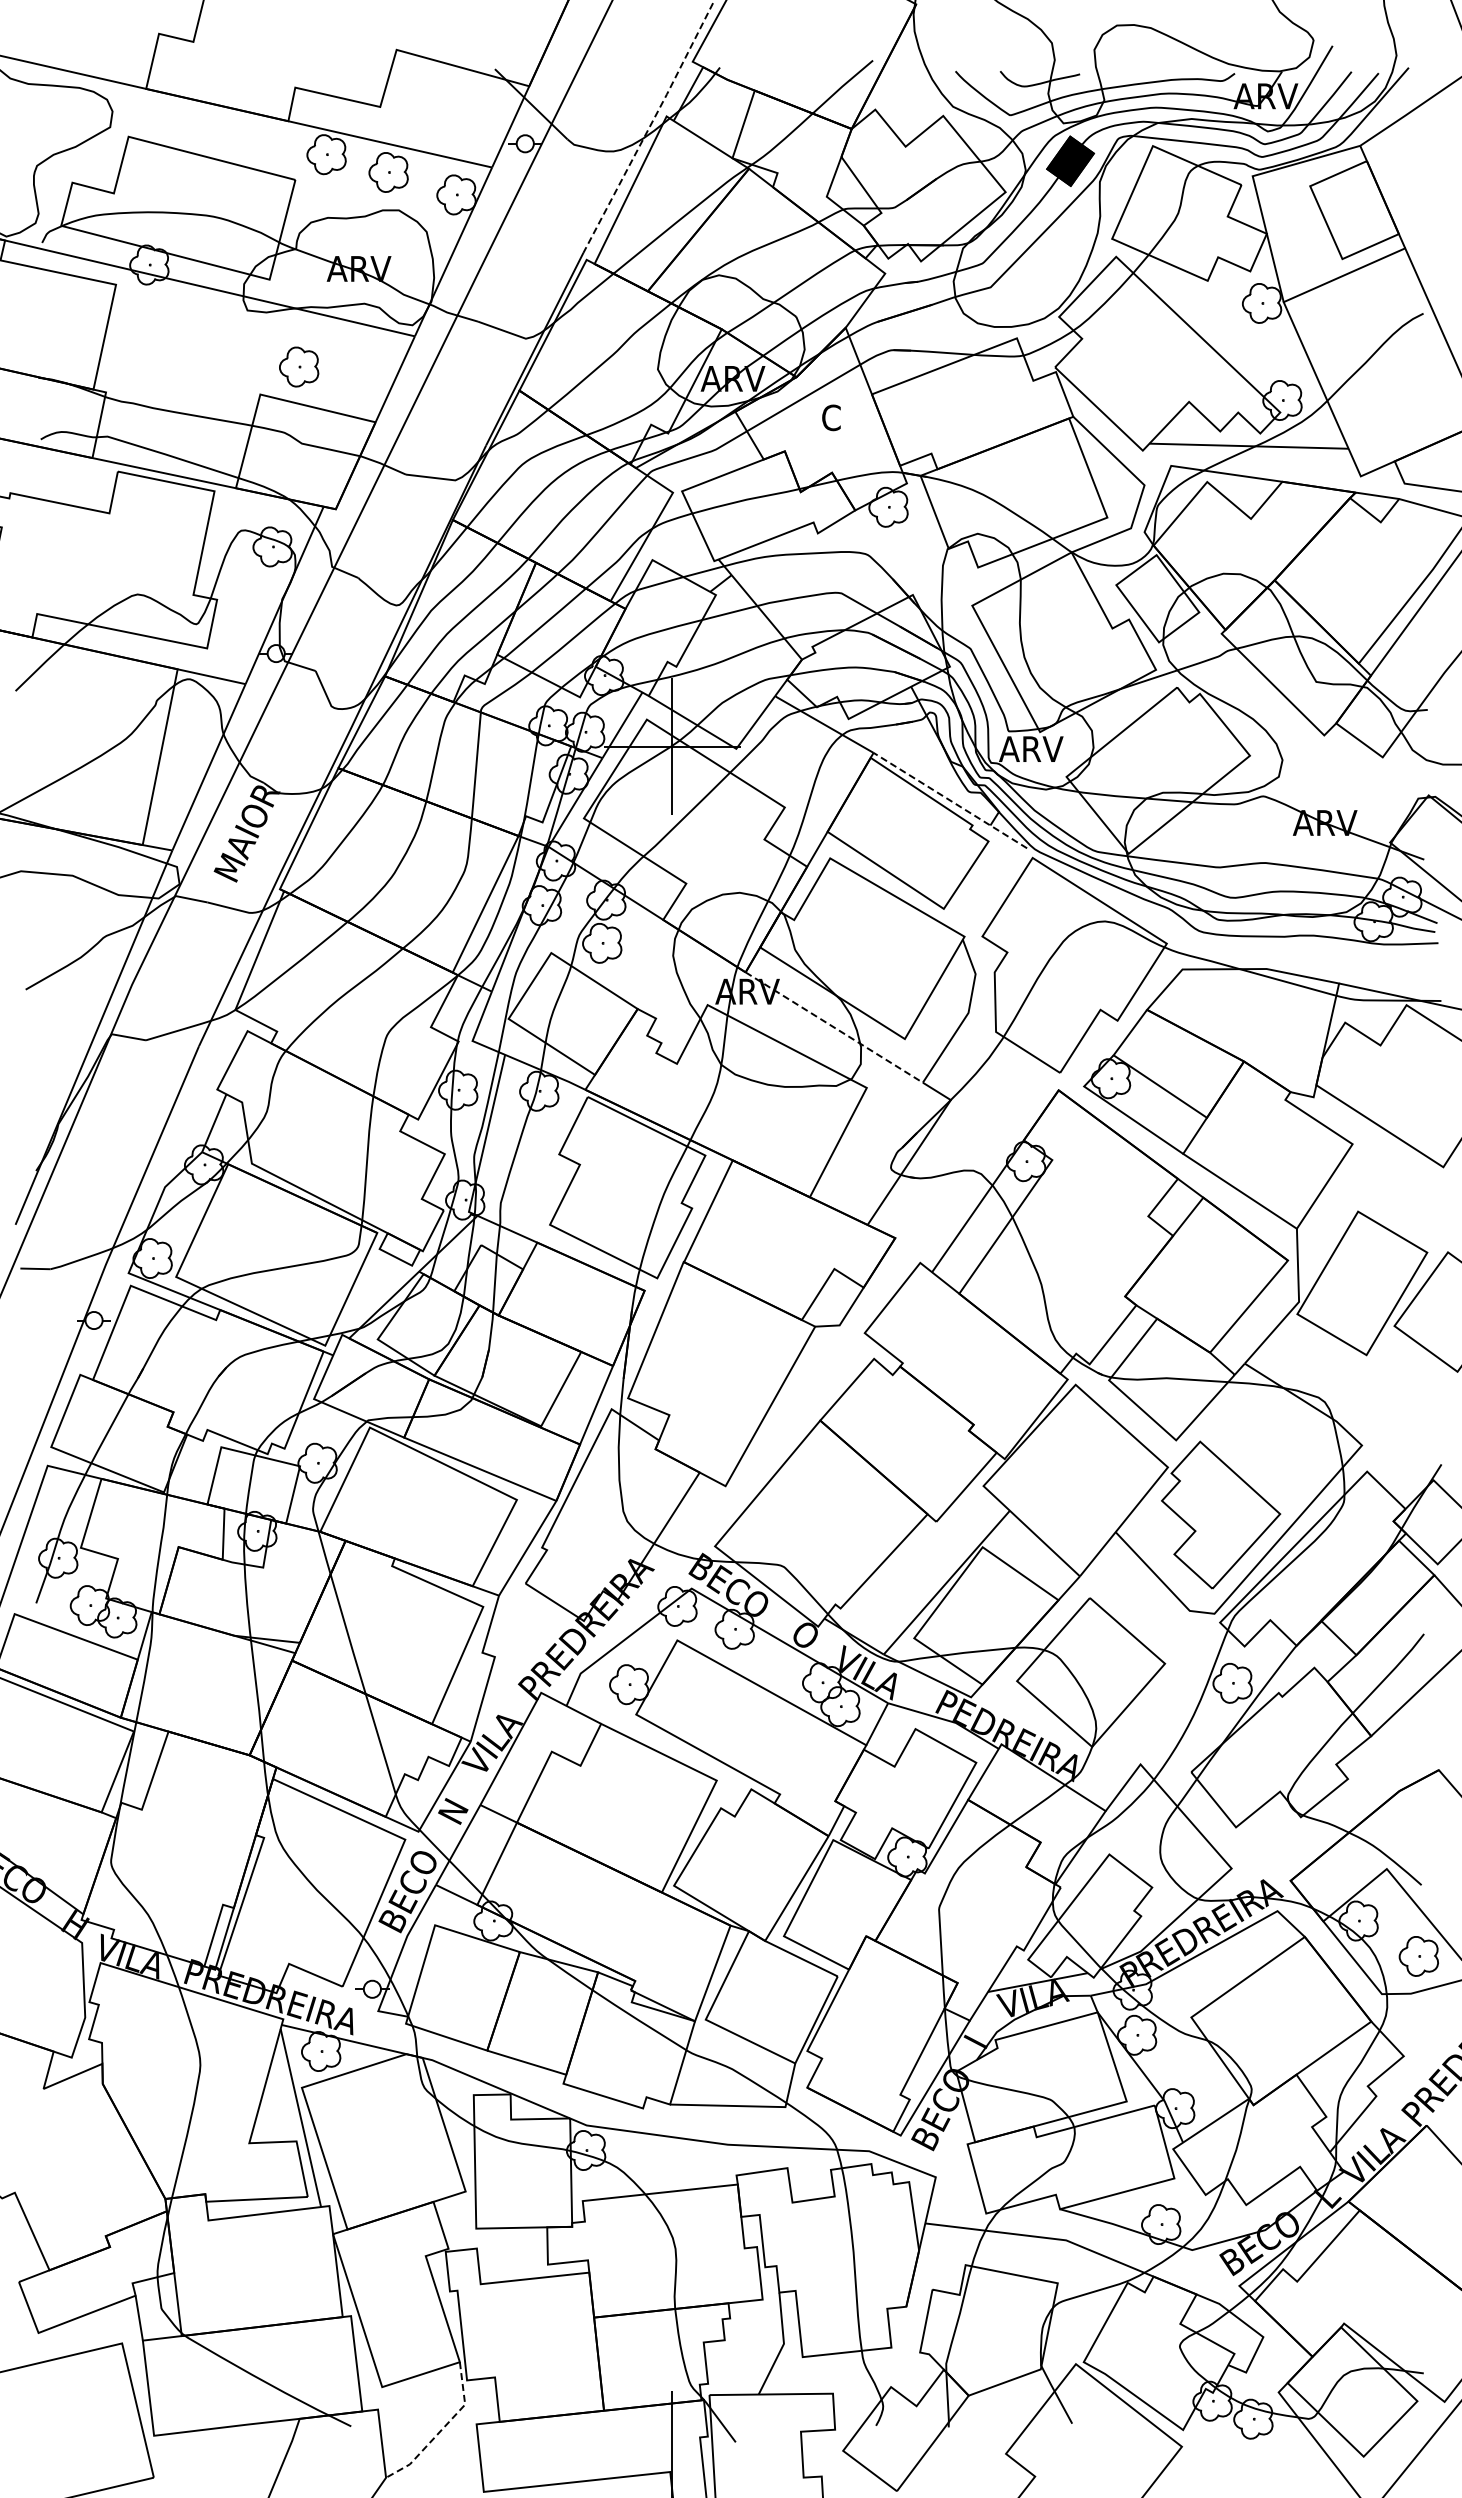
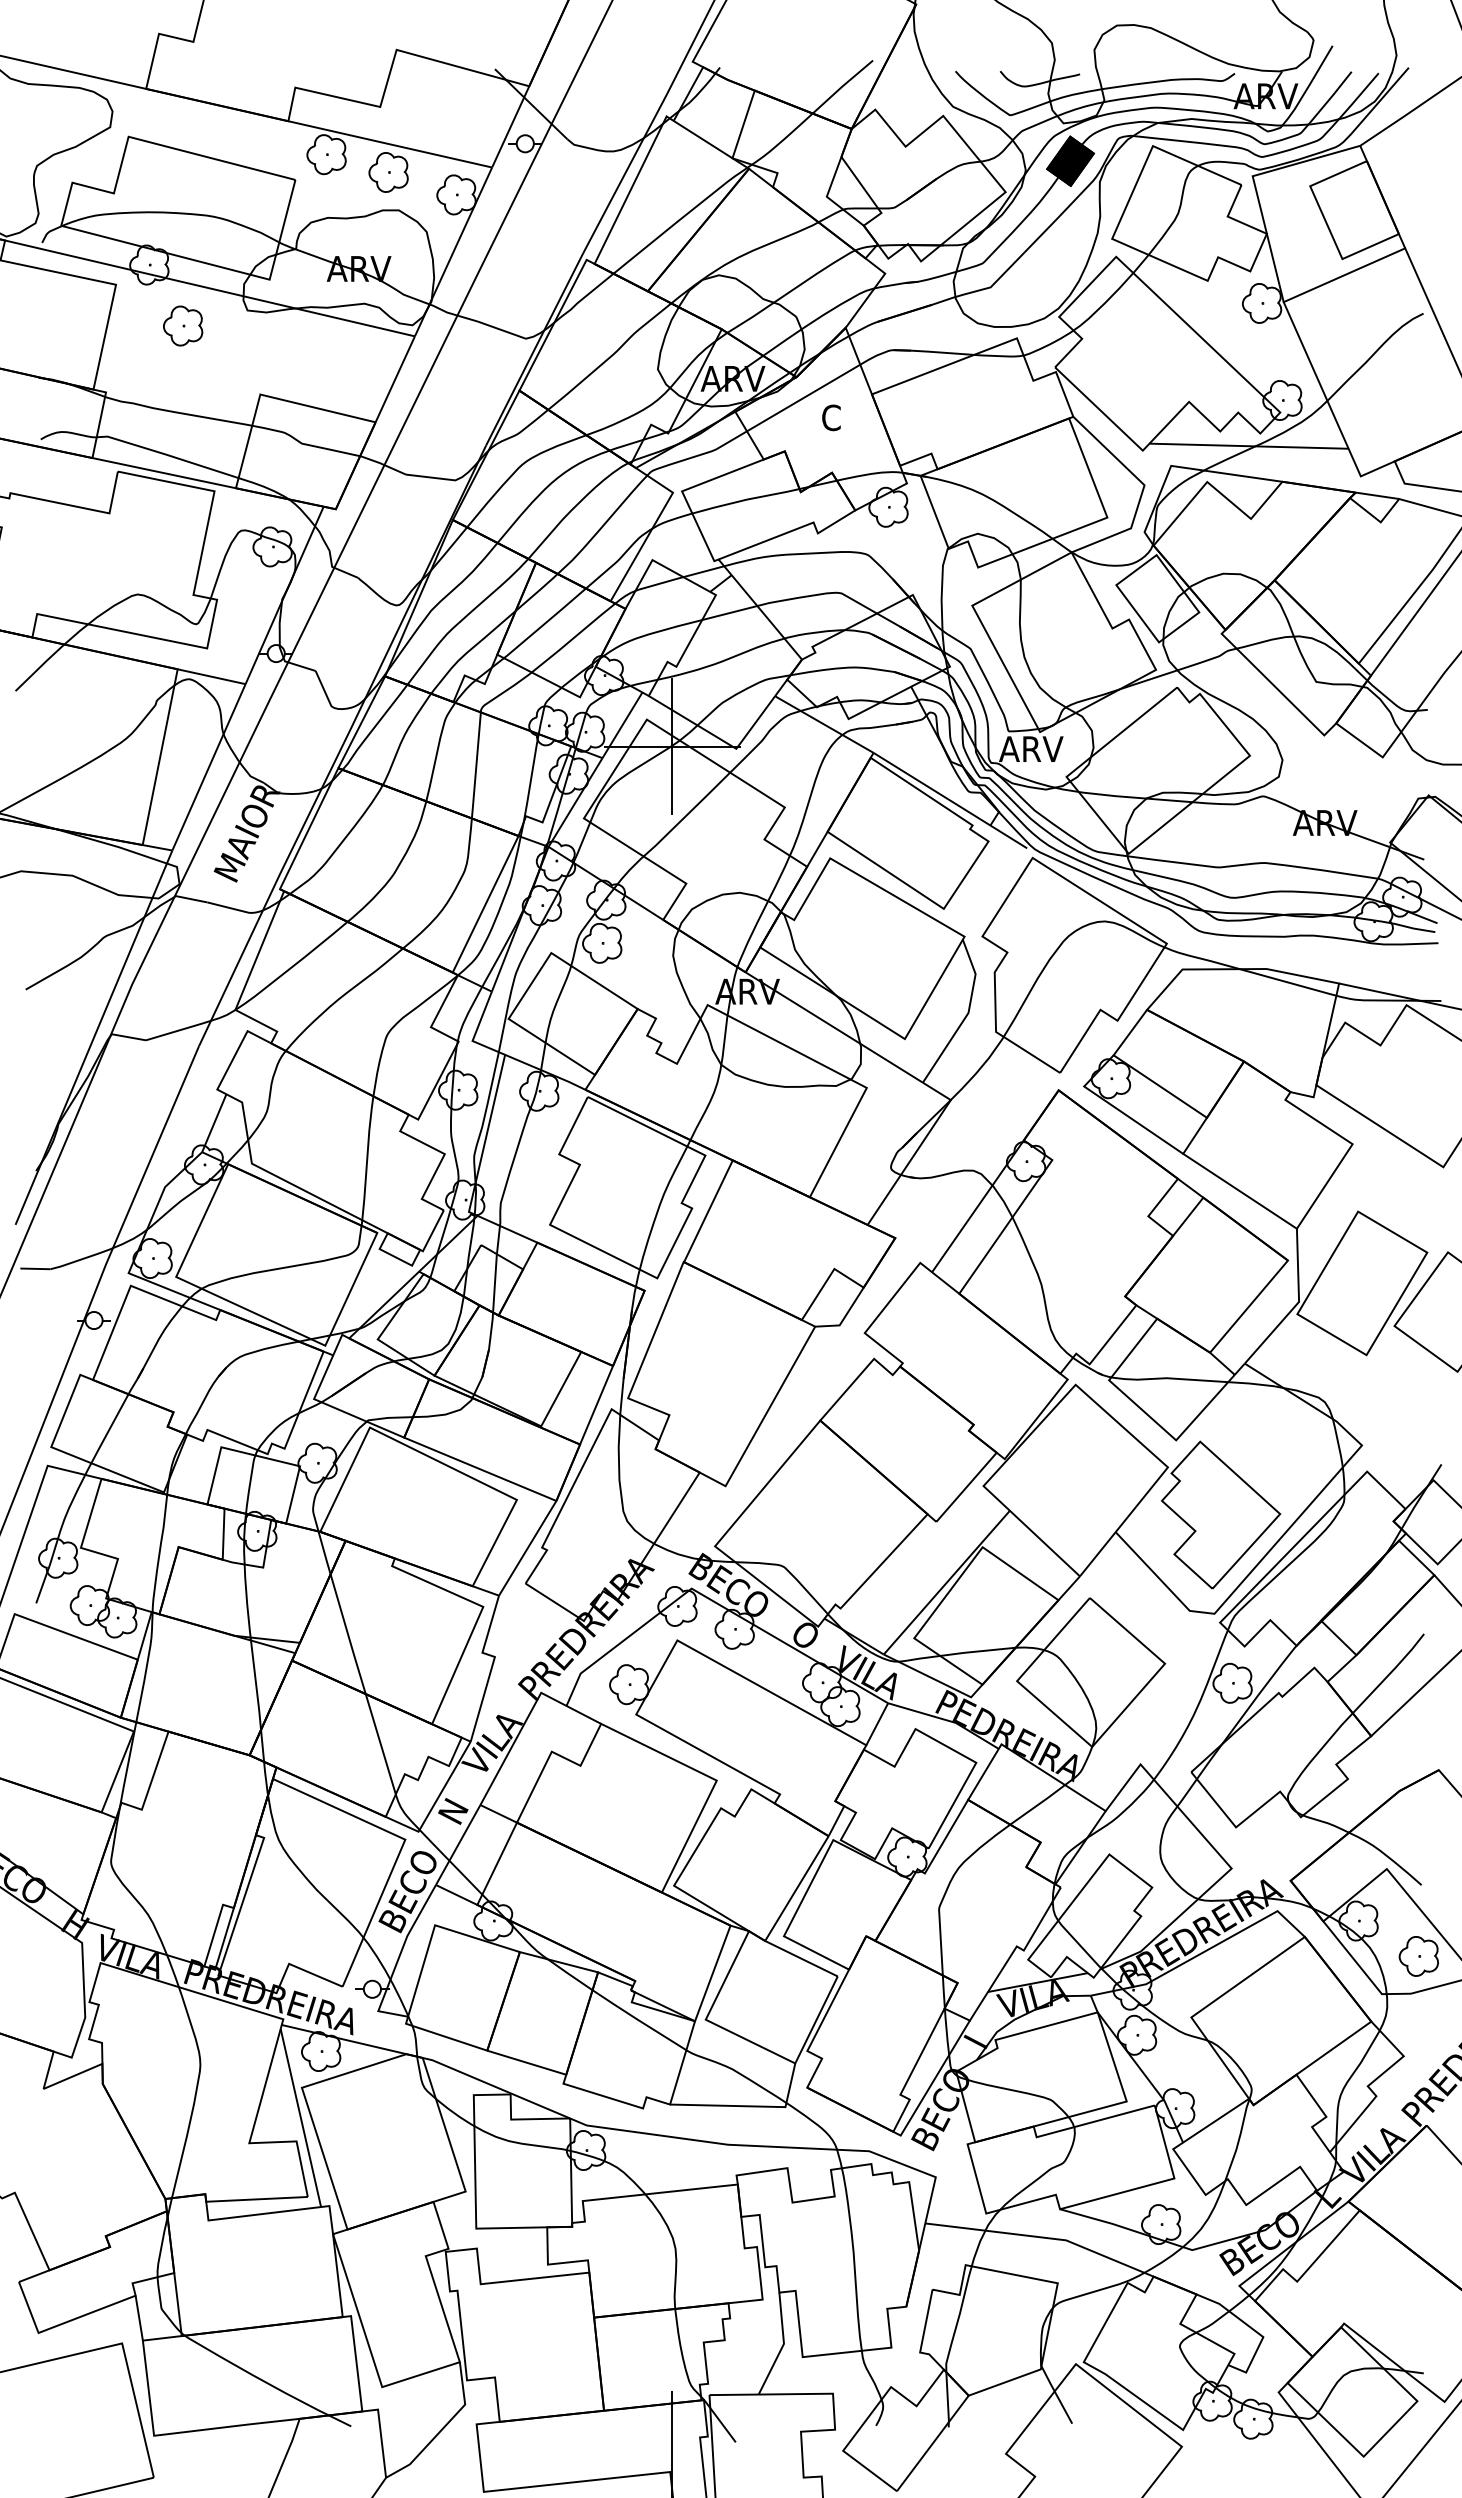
line at (649, 126): dashed -> solid
part at (299, 366) position: (299, 366) -> (183, 325)
line at (950, 800): dashed -> solid
line at (834, 1027): dashed -> solid
line at (442, 2429): dashed -> solid
